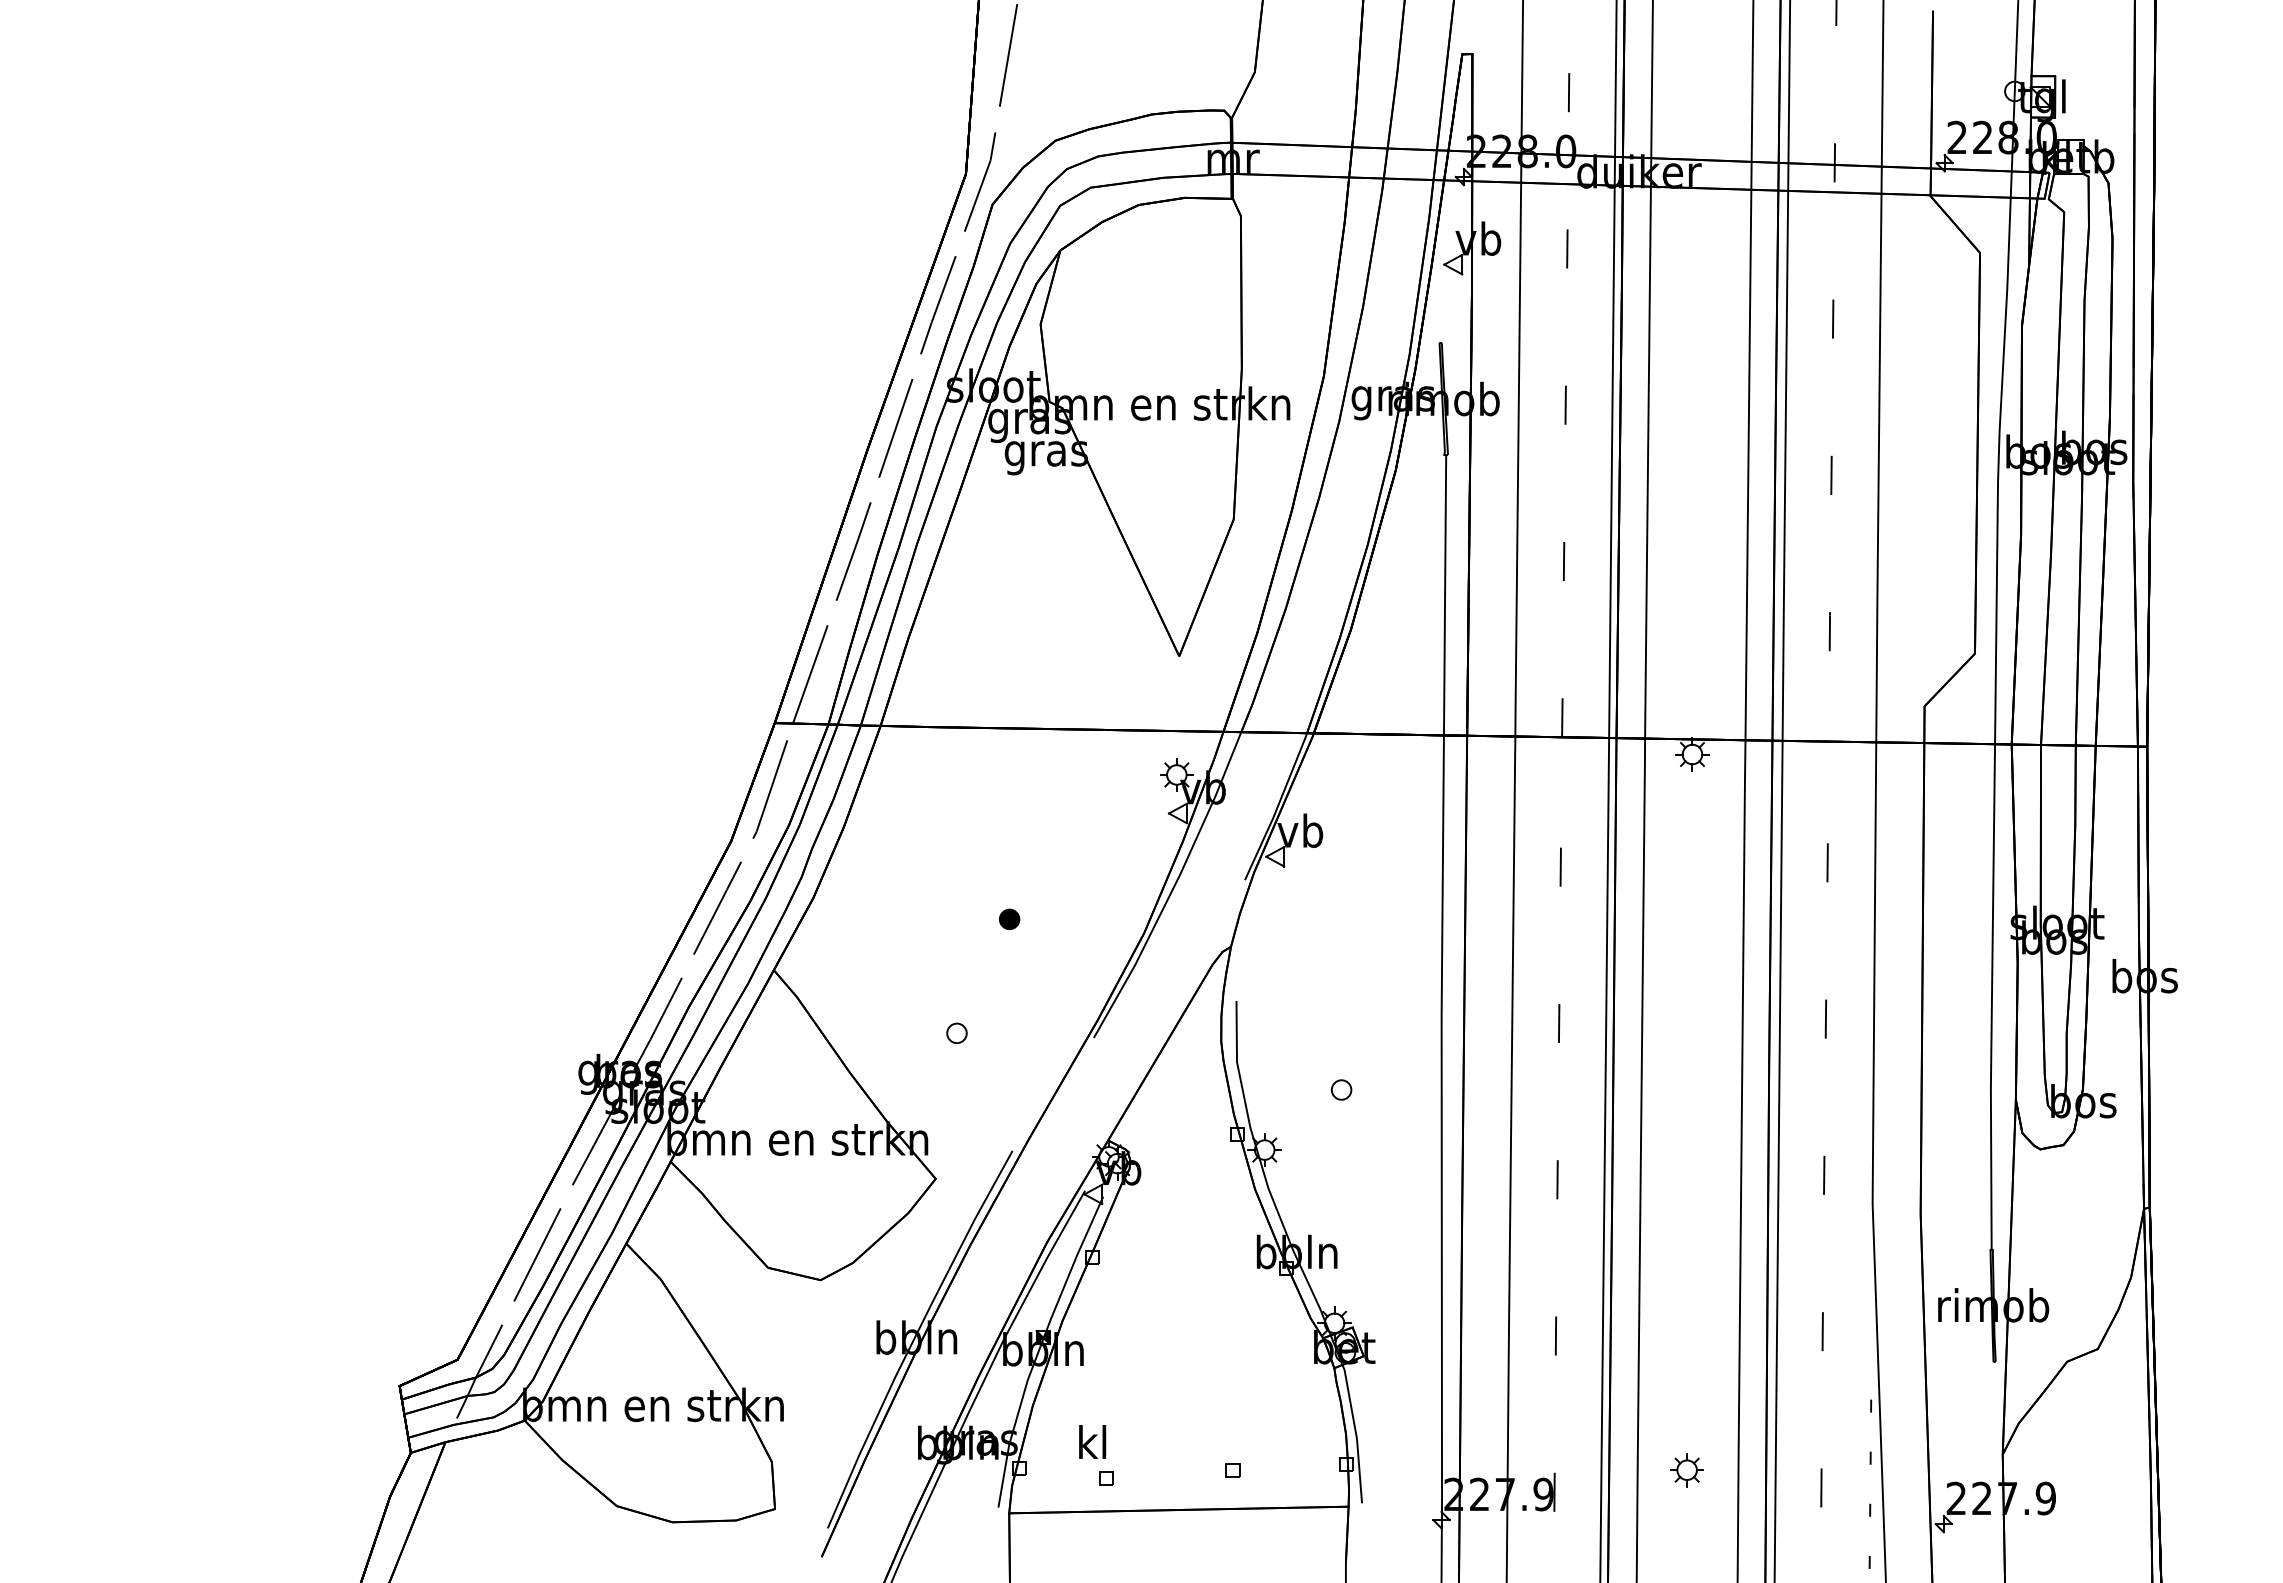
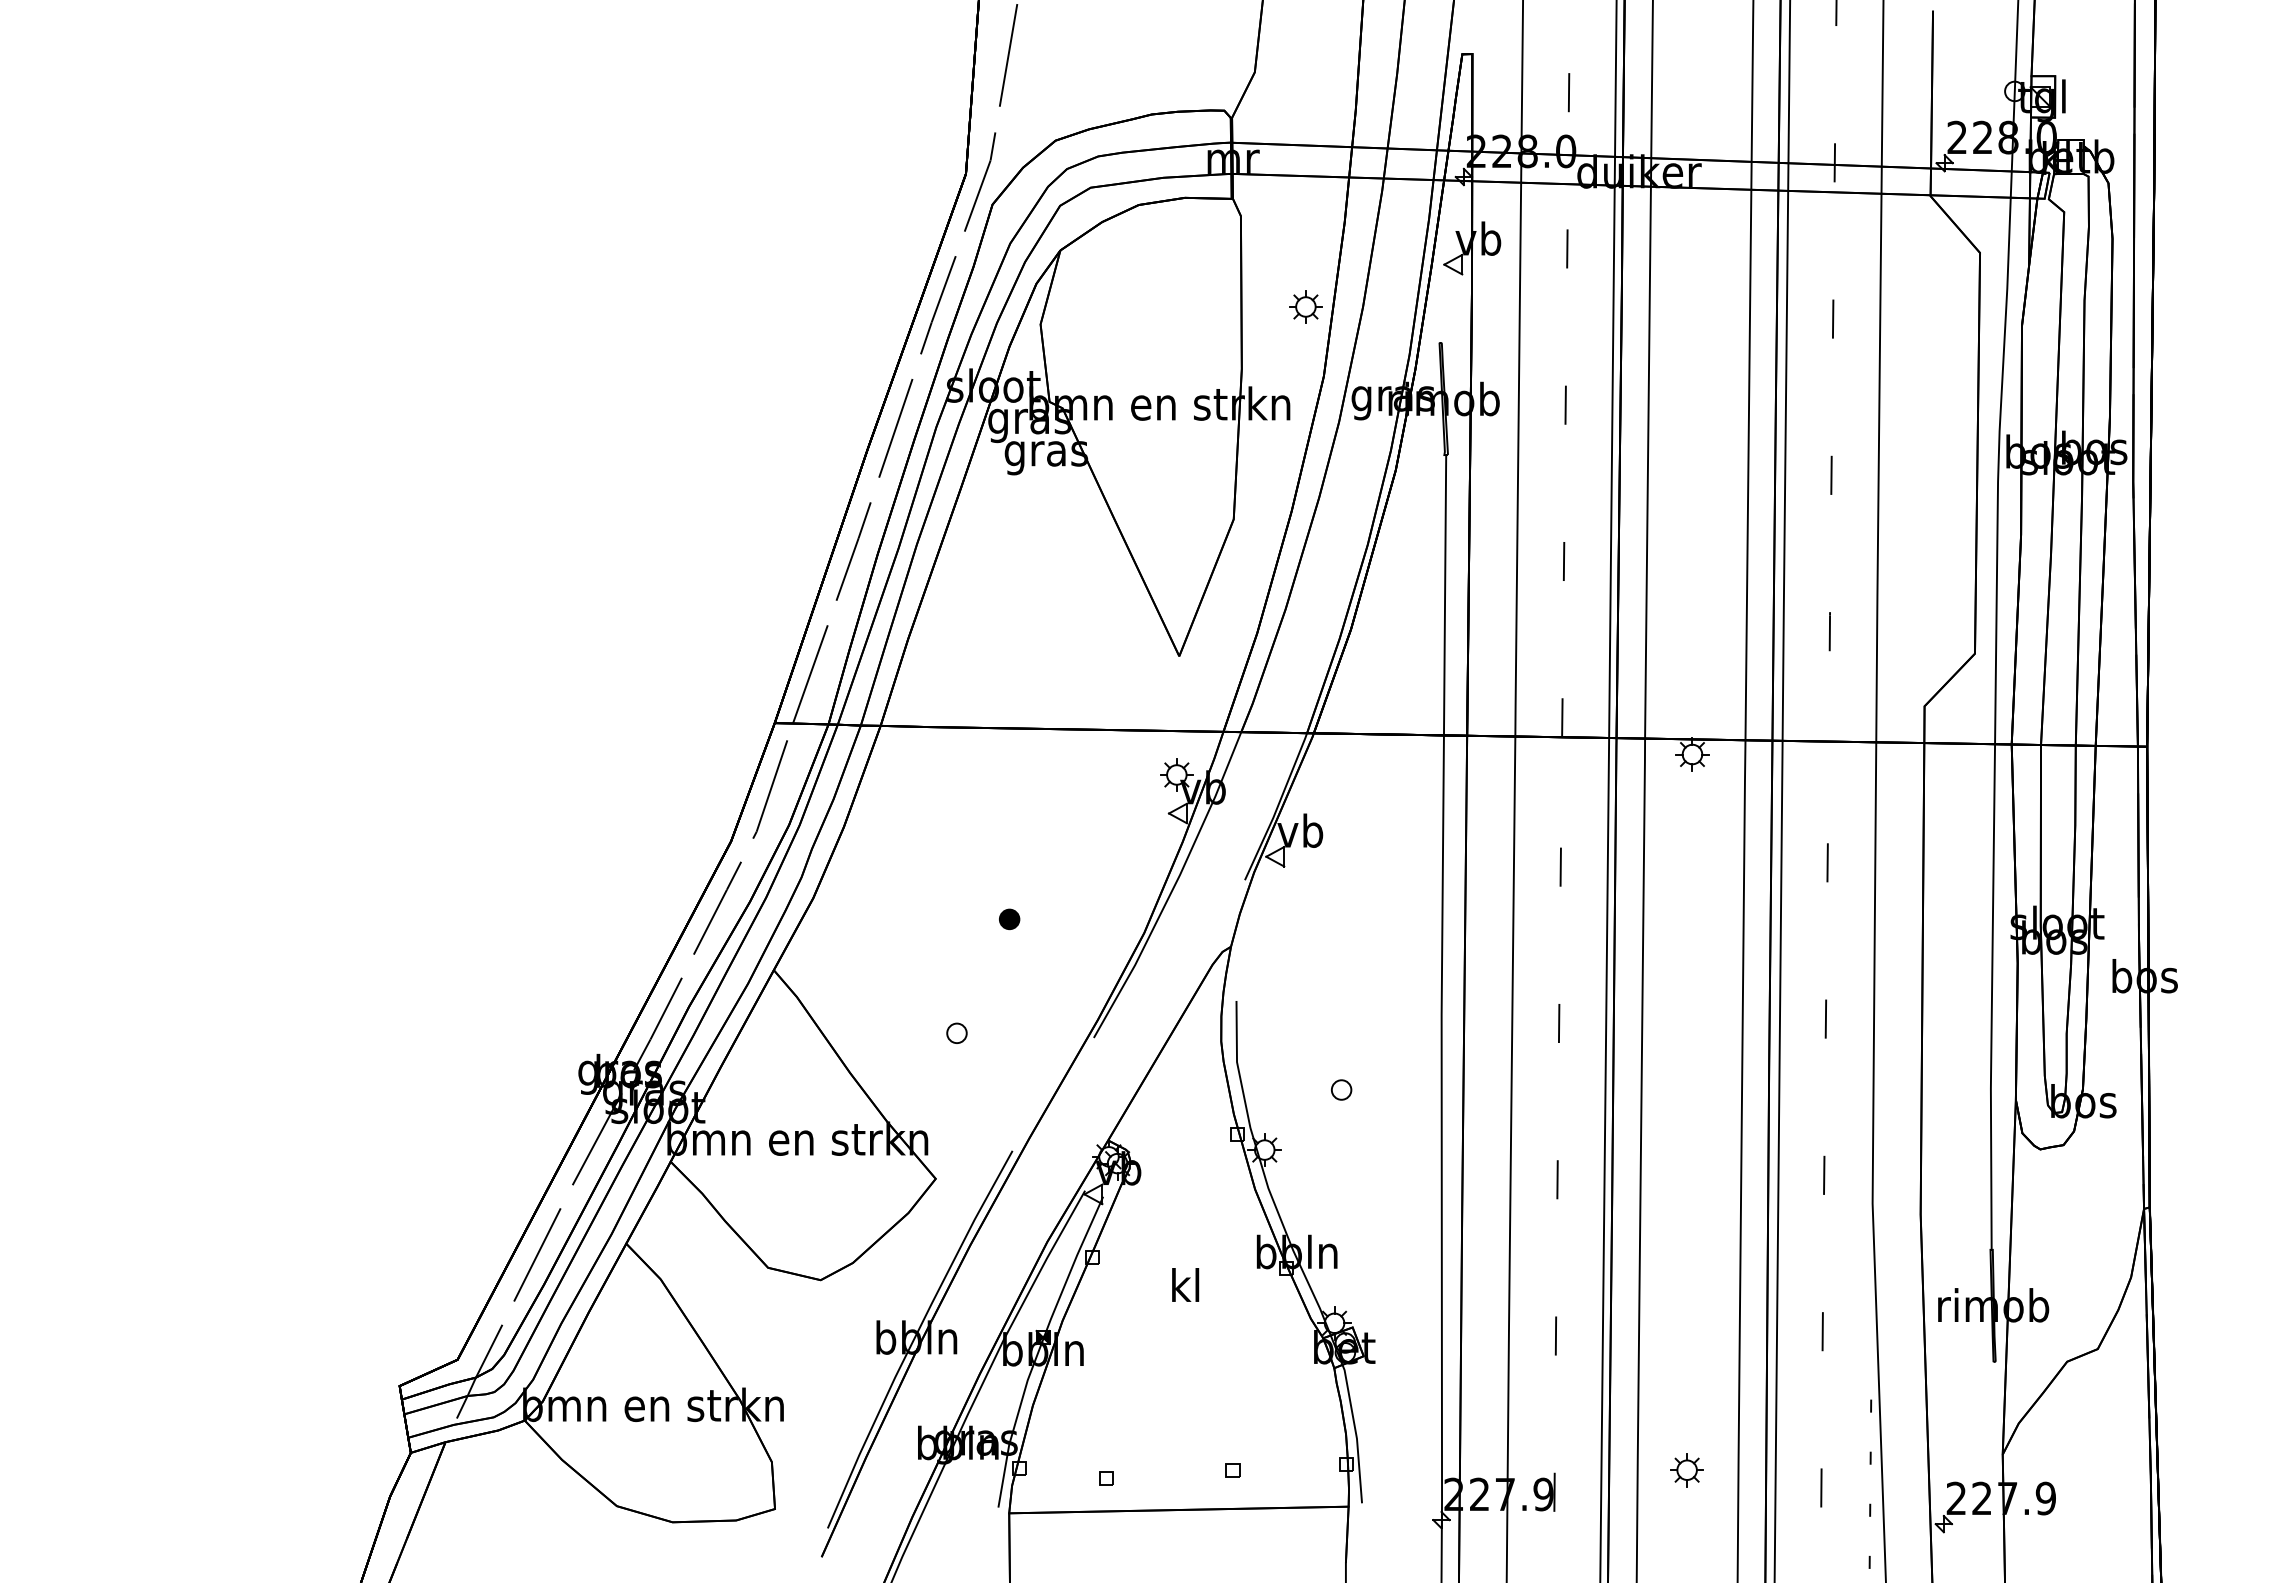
part at (1305, 306): none -> present
text at (1092, 1441) position: (1092, 1441) -> (1185, 1284)
